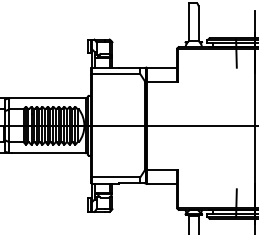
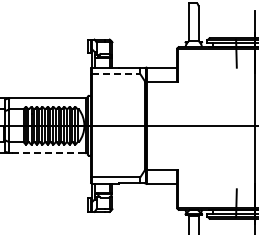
line at (116, 74): solid -> dashed
line at (49, 153): solid -> dashed
